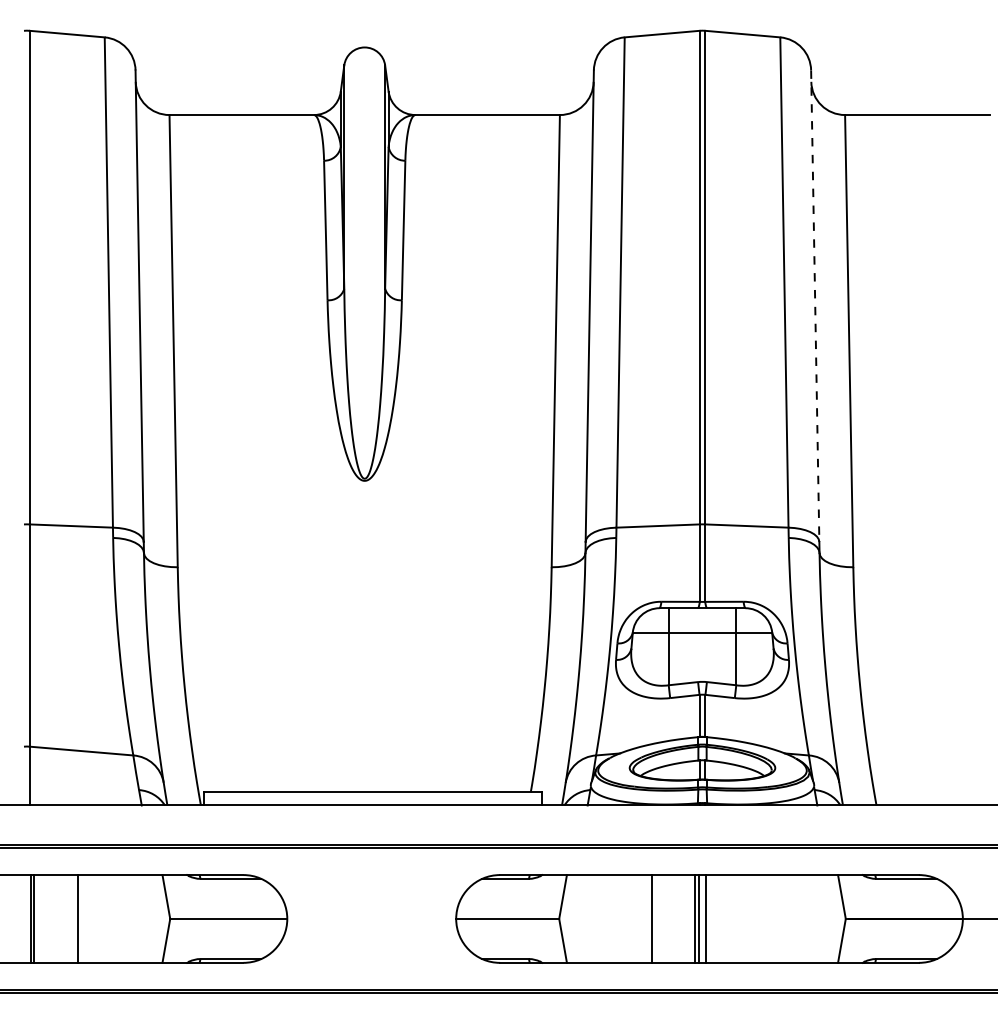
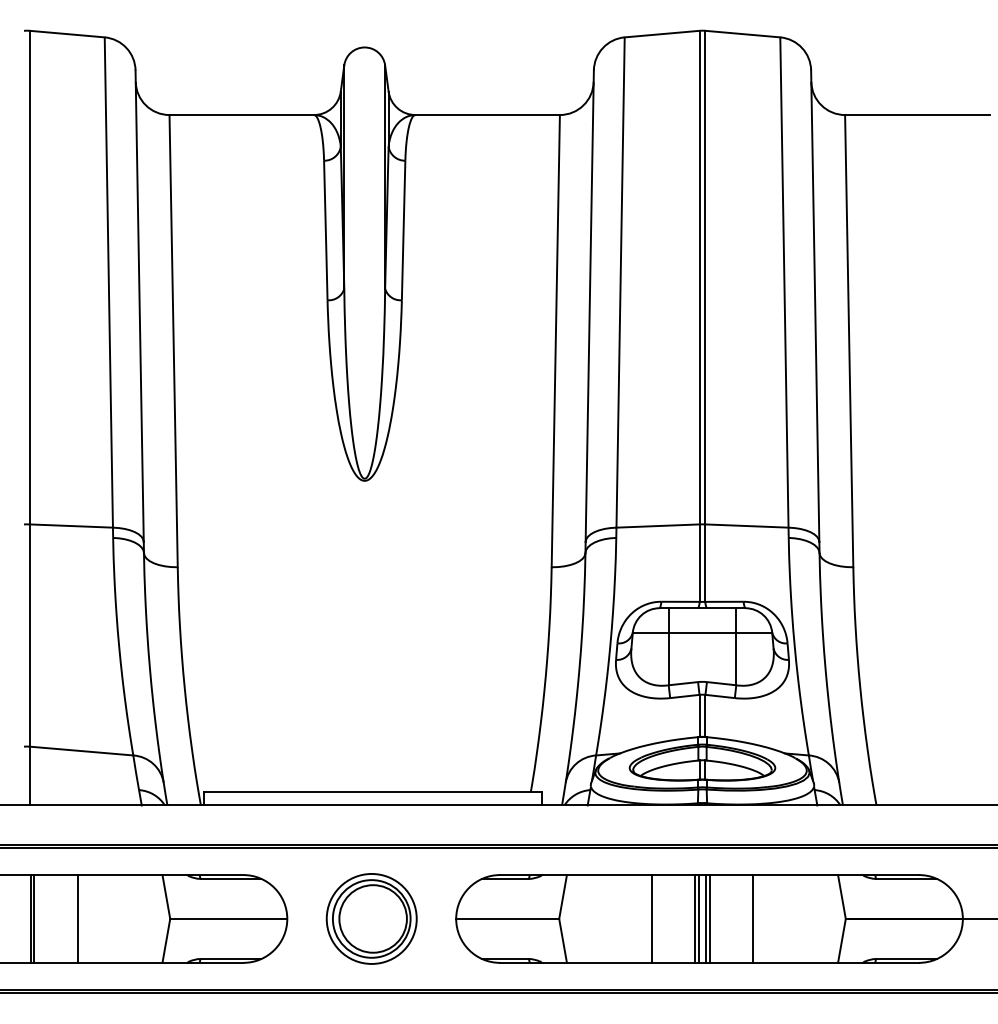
line at (815, 306): dashed -> solid
part at (371, 918): none -> present
line at (709, 918): none -> present
line at (753, 918): none -> present
